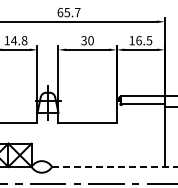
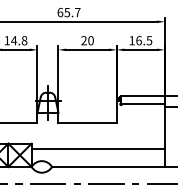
text at (83, 41): 30 -> 20
line at (97, 149): none -> present
line at (114, 166): dashed -> solid
